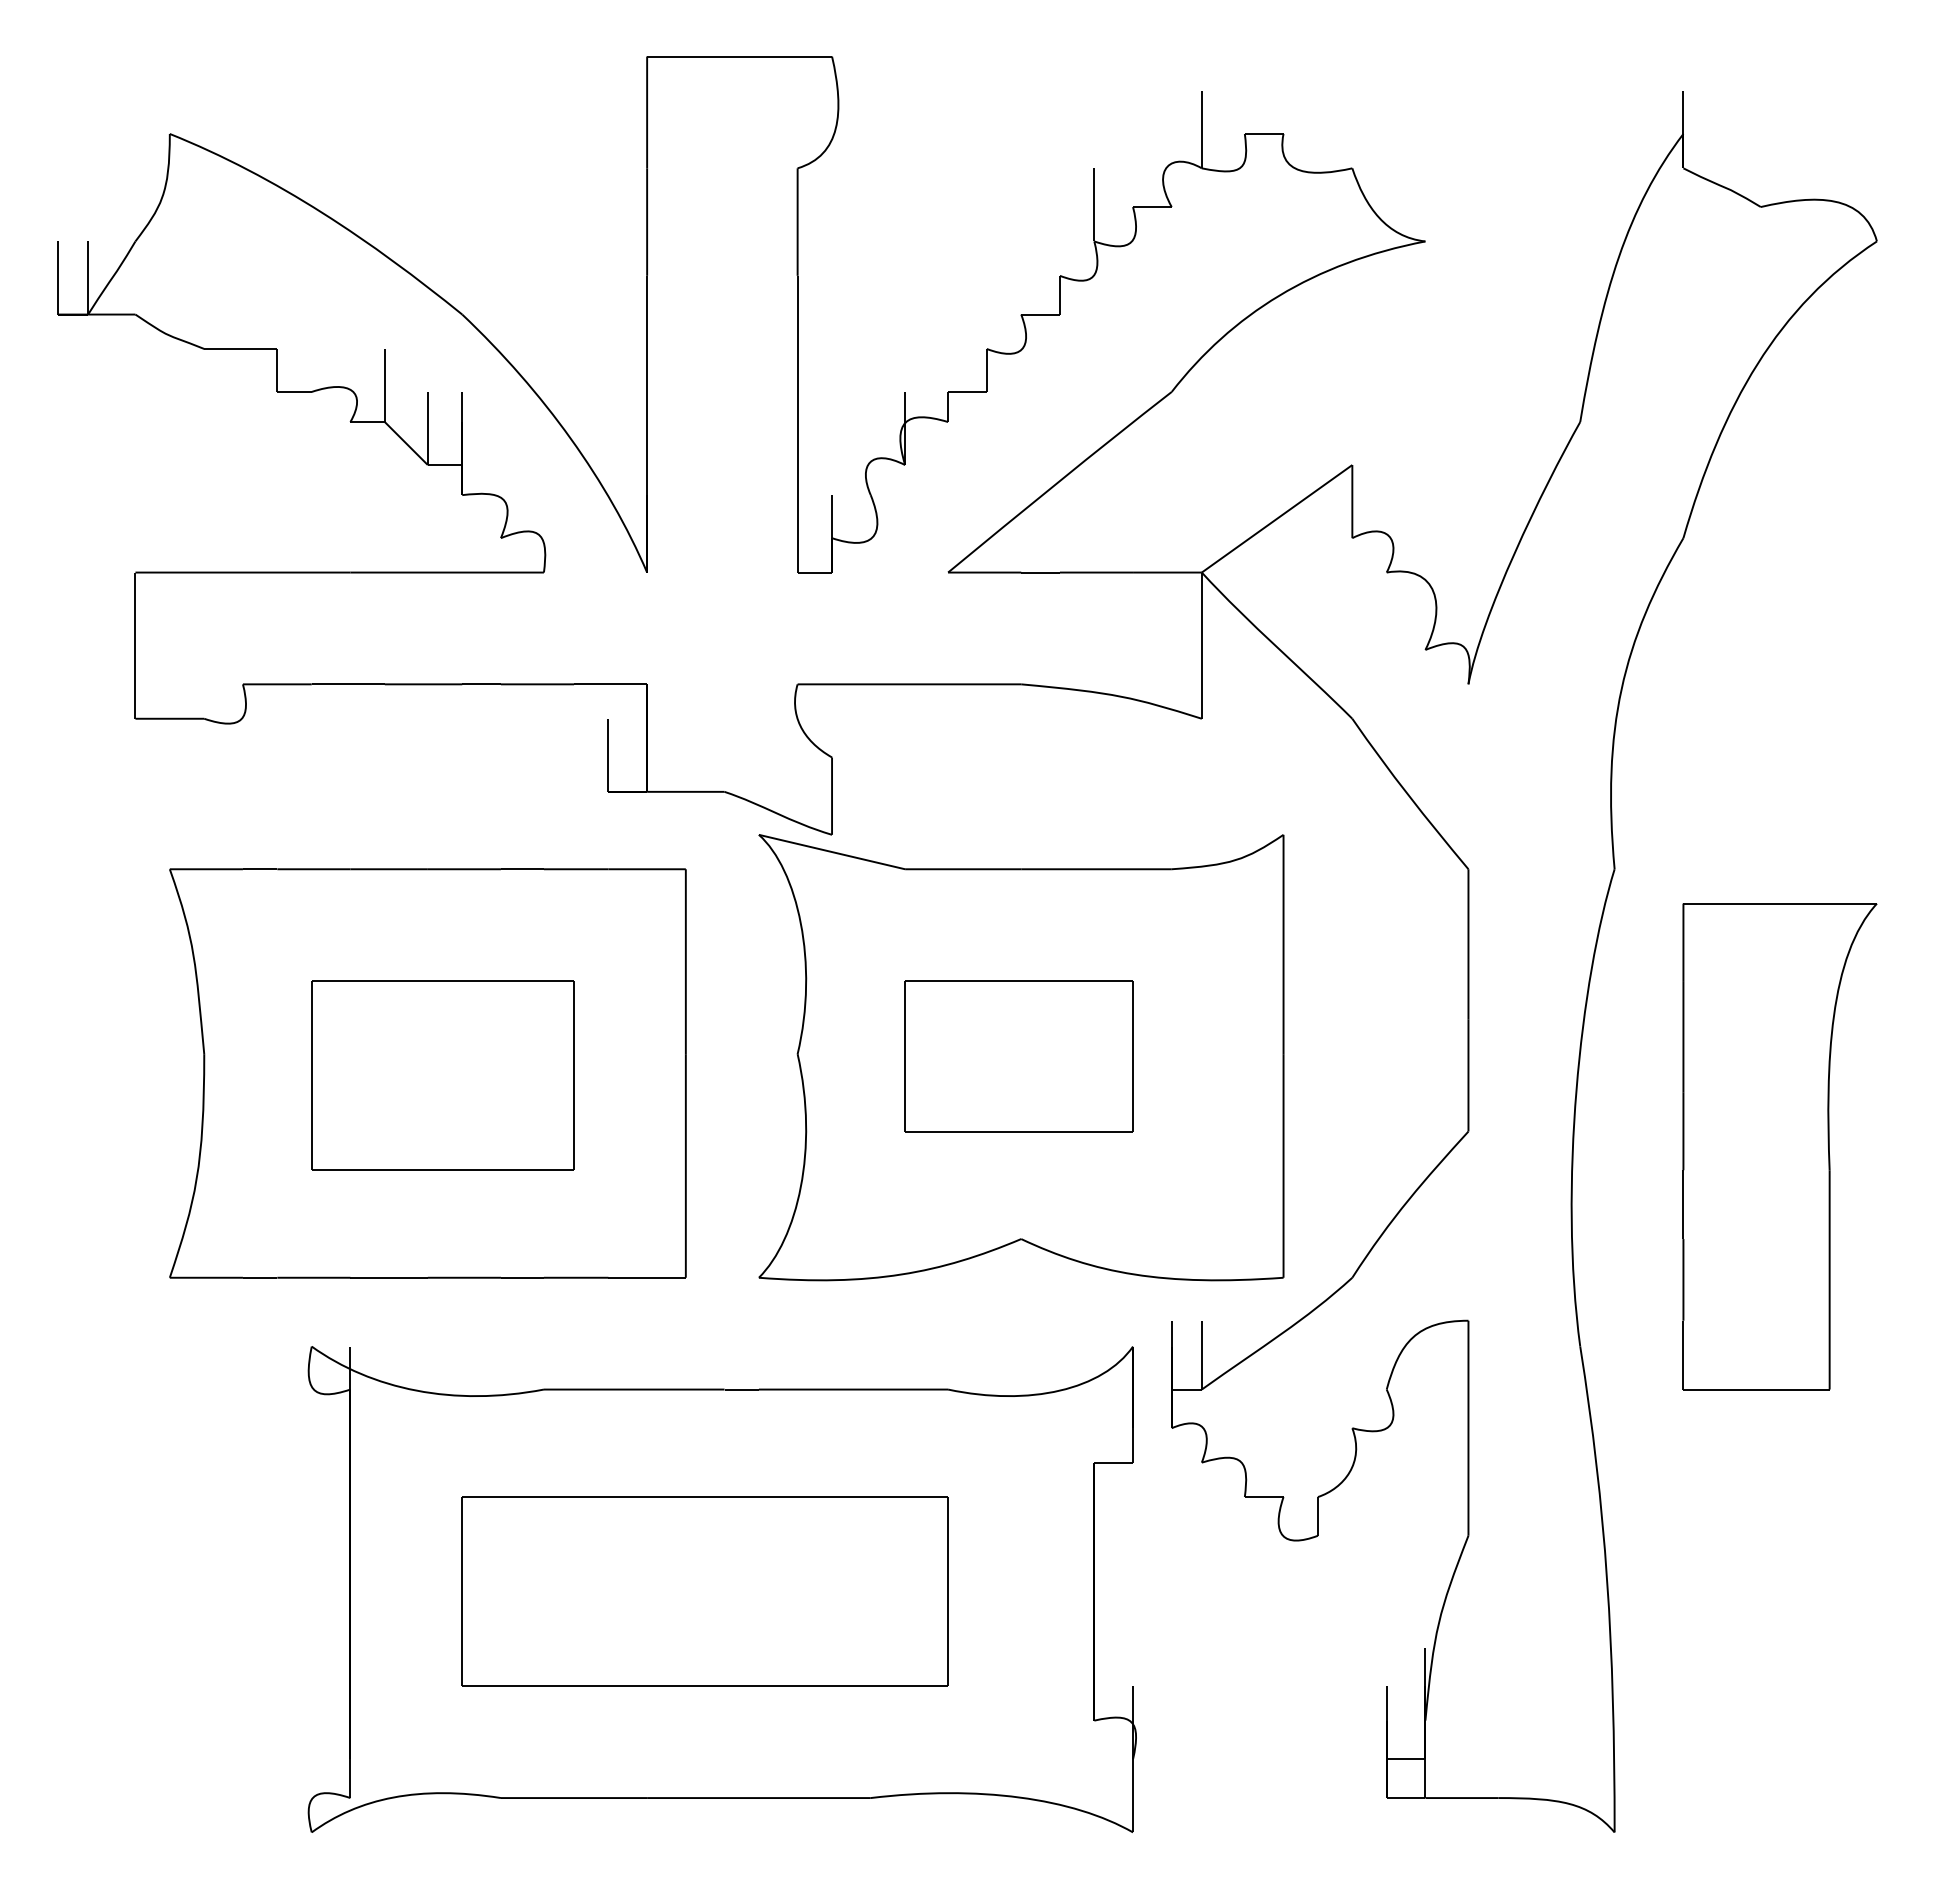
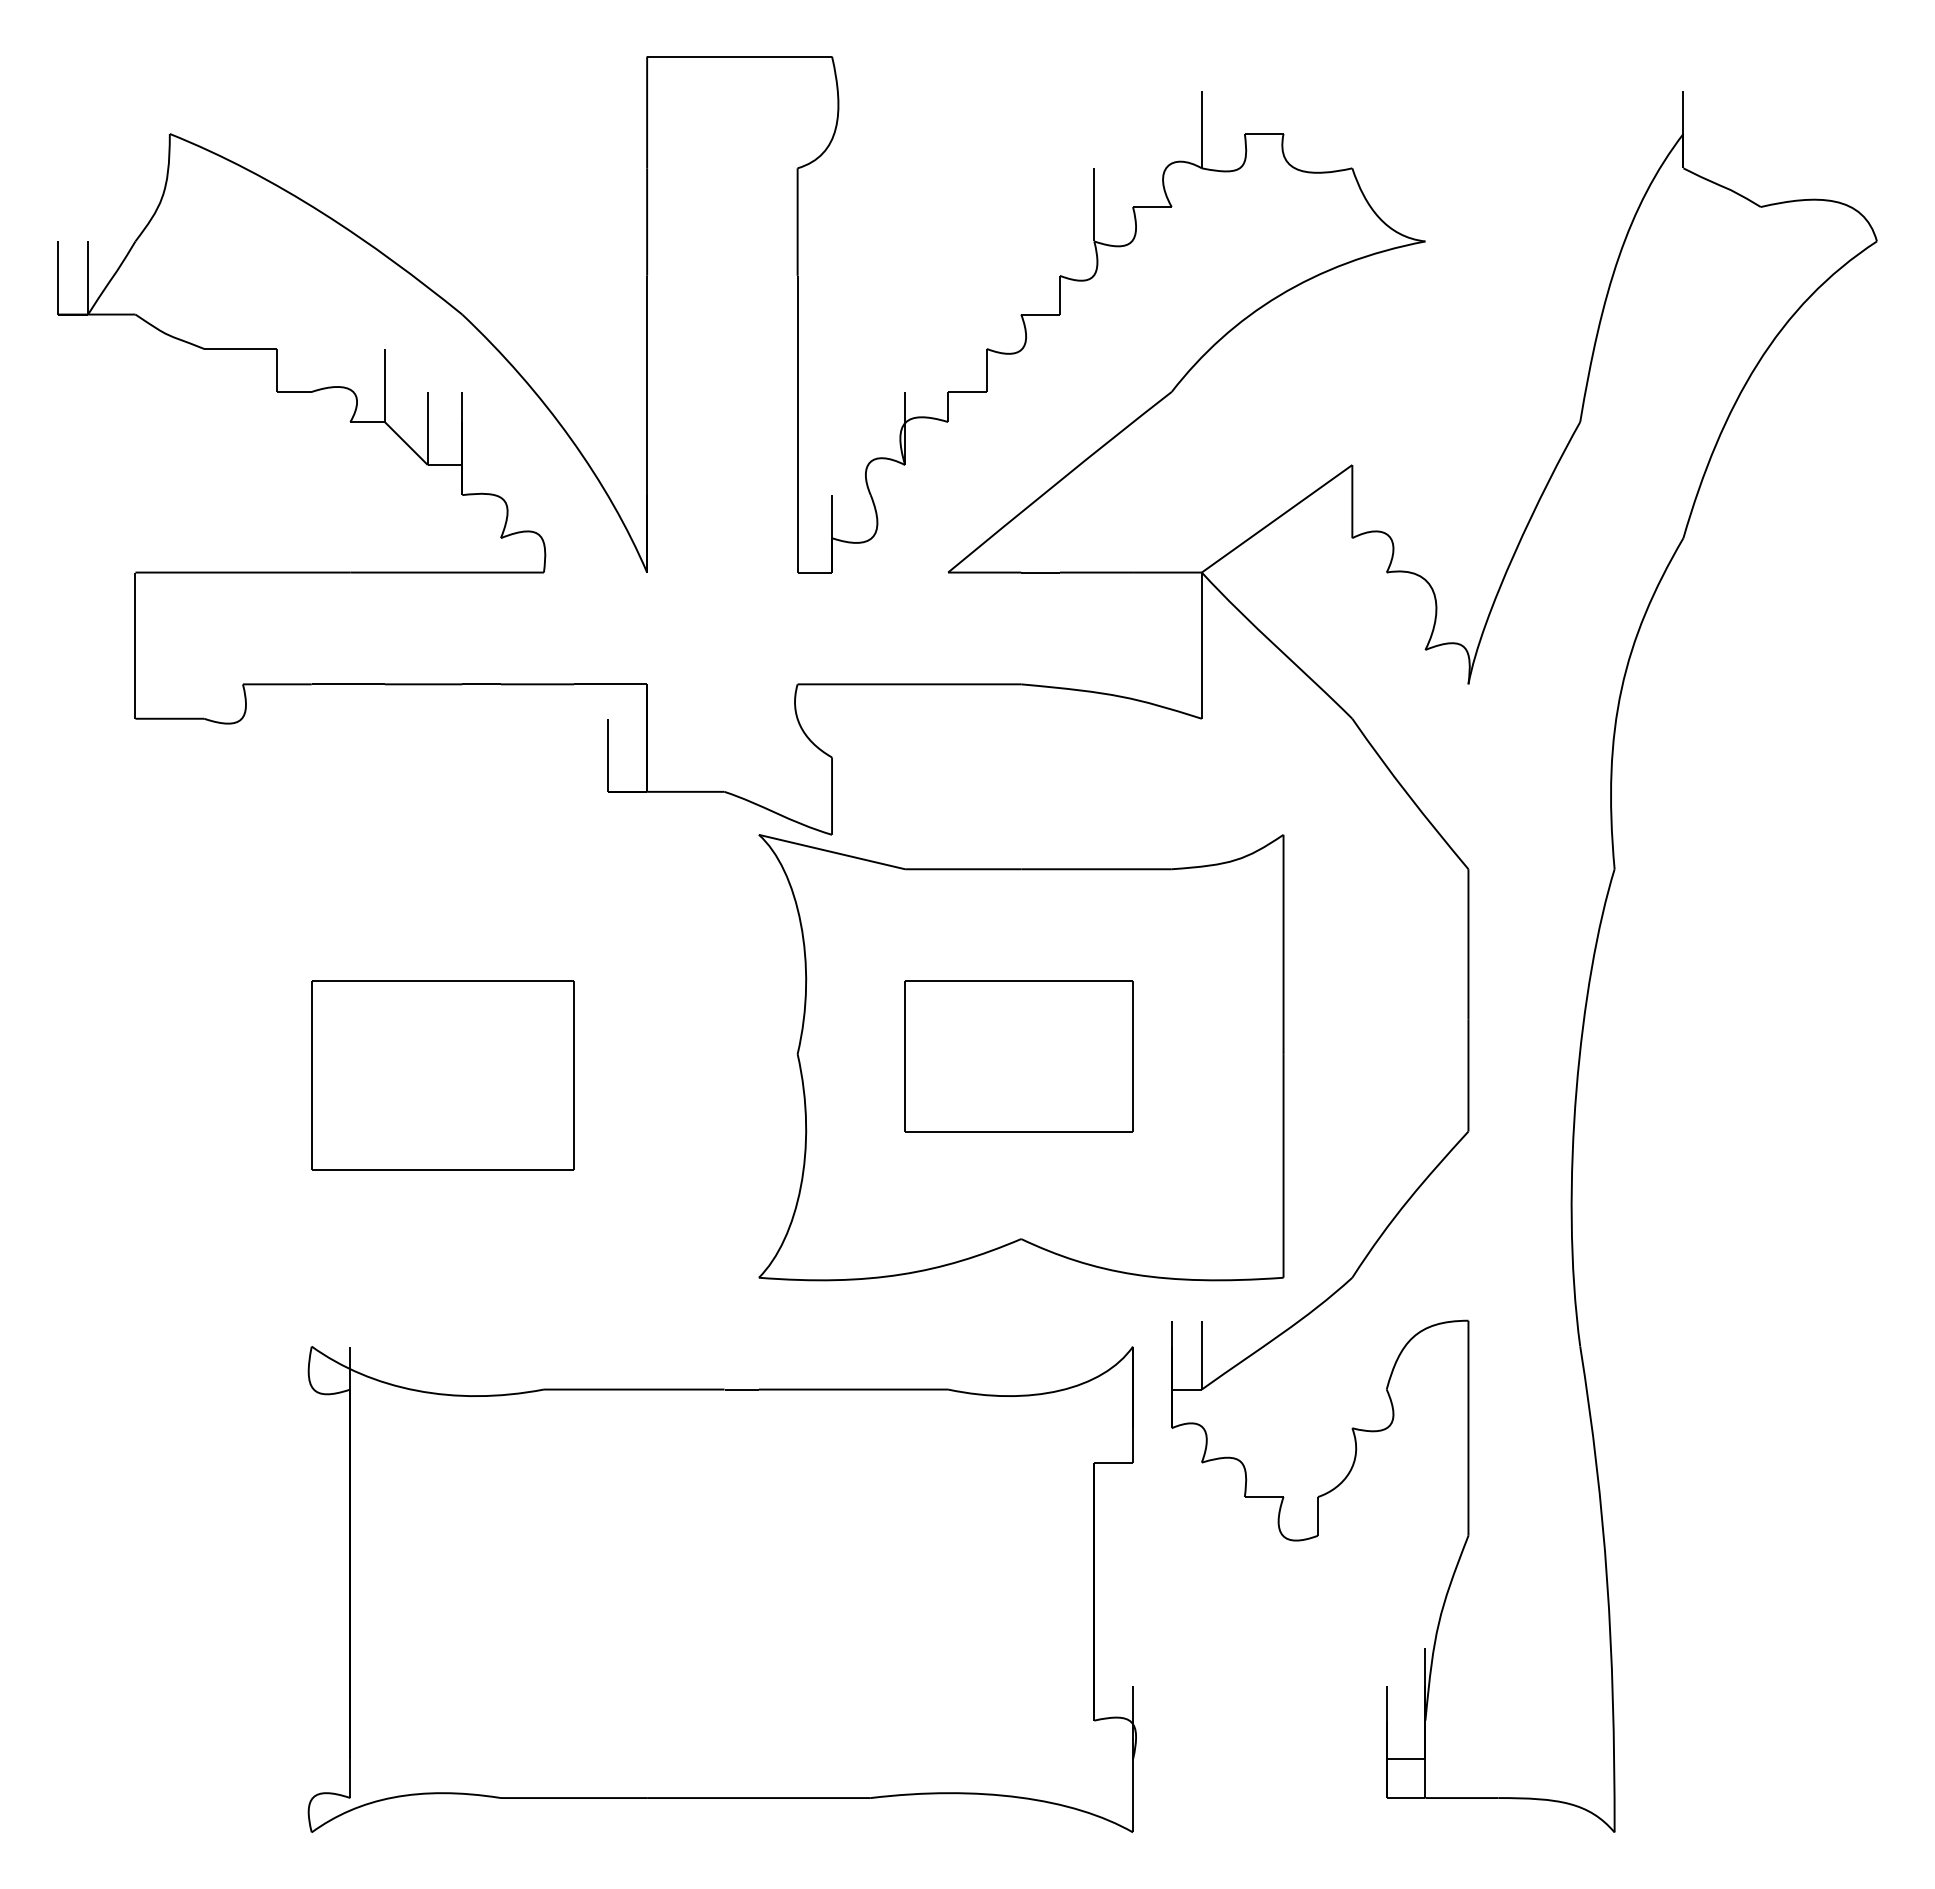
part at (427, 1073): present -> none
part at (1779, 1146): present -> none
part at (704, 1591): present -> none
